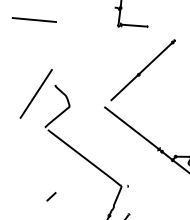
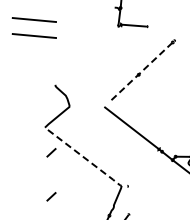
line at (33, 35): none -> present
line at (143, 70): solid -> dashed
line at (35, 93): present -> none
line at (51, 152): none -> present
line at (86, 159): solid -> dashed
